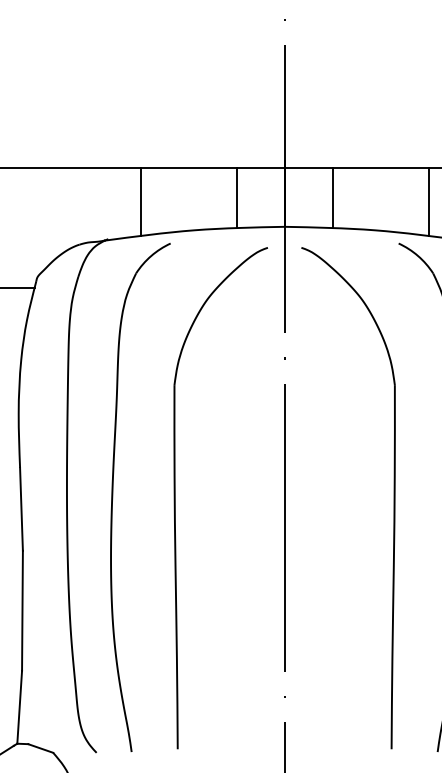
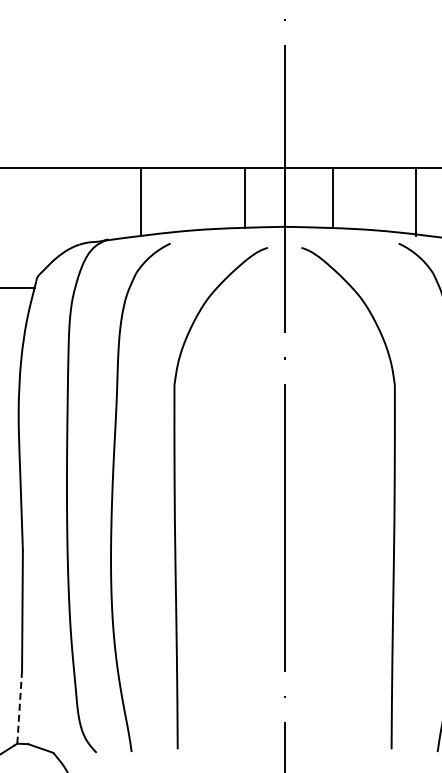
line at (236, 197) position: (236, 197) -> (244, 197)
line at (428, 201) position: (428, 201) -> (415, 201)
line at (19, 706): solid -> dashed
